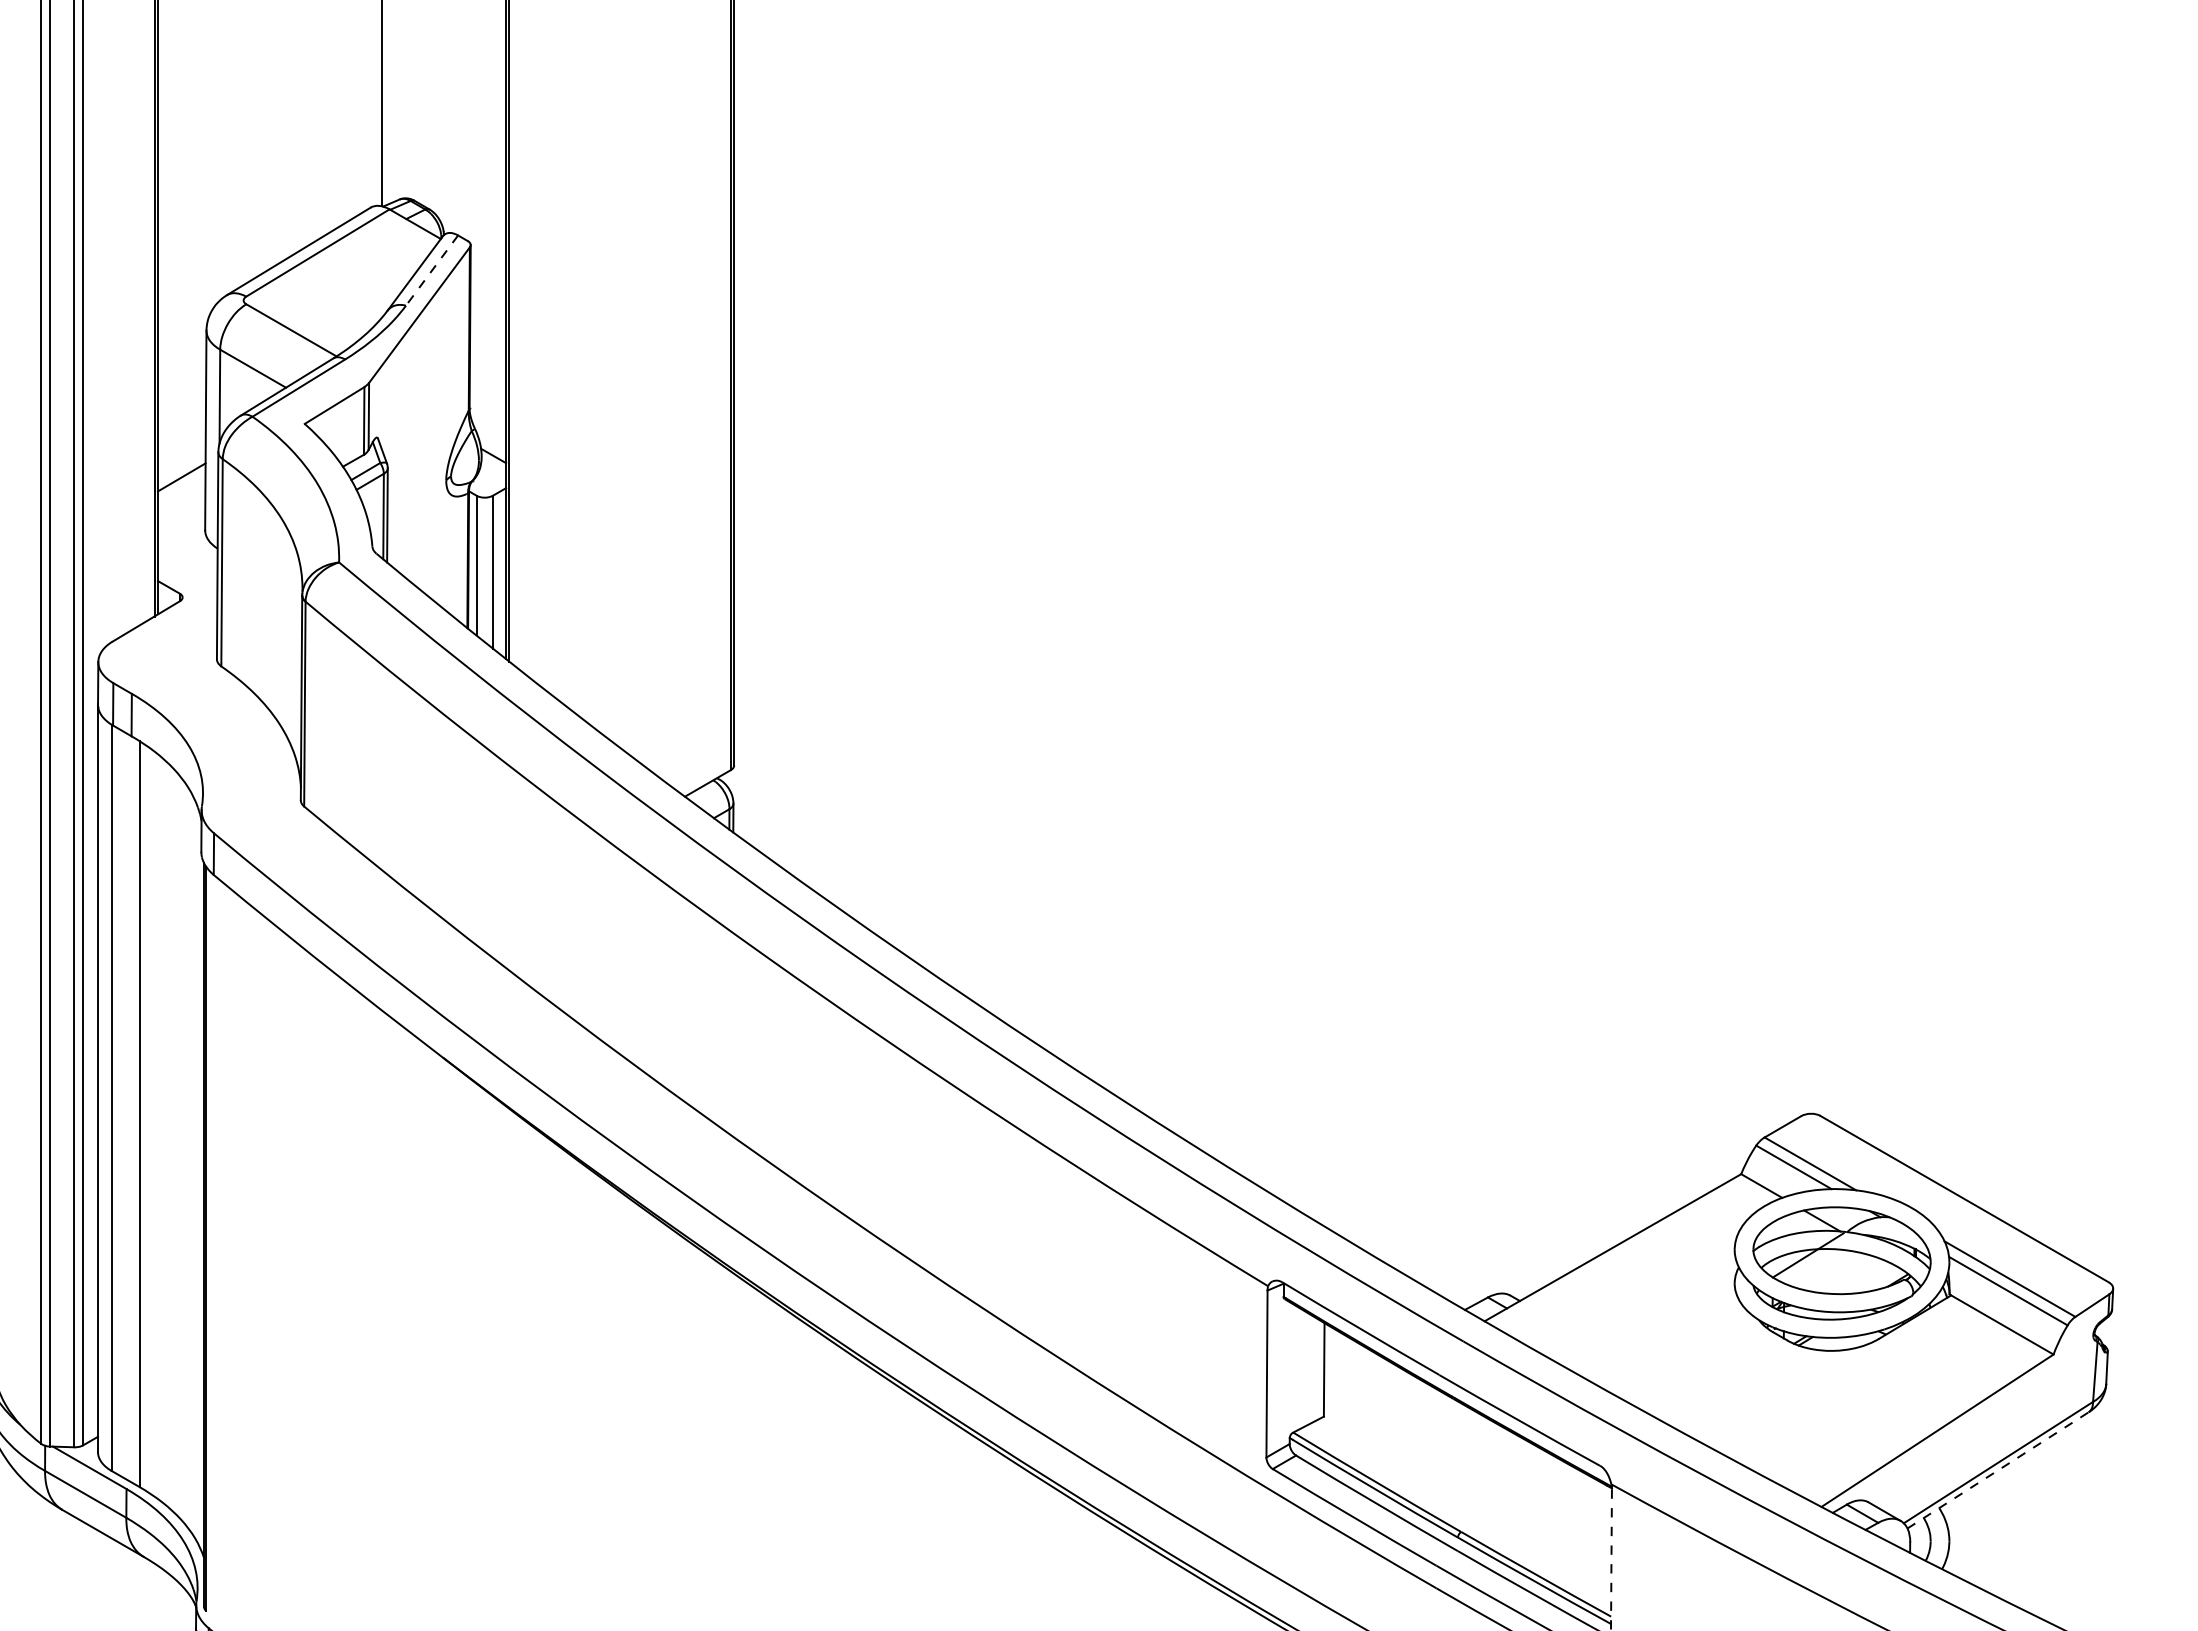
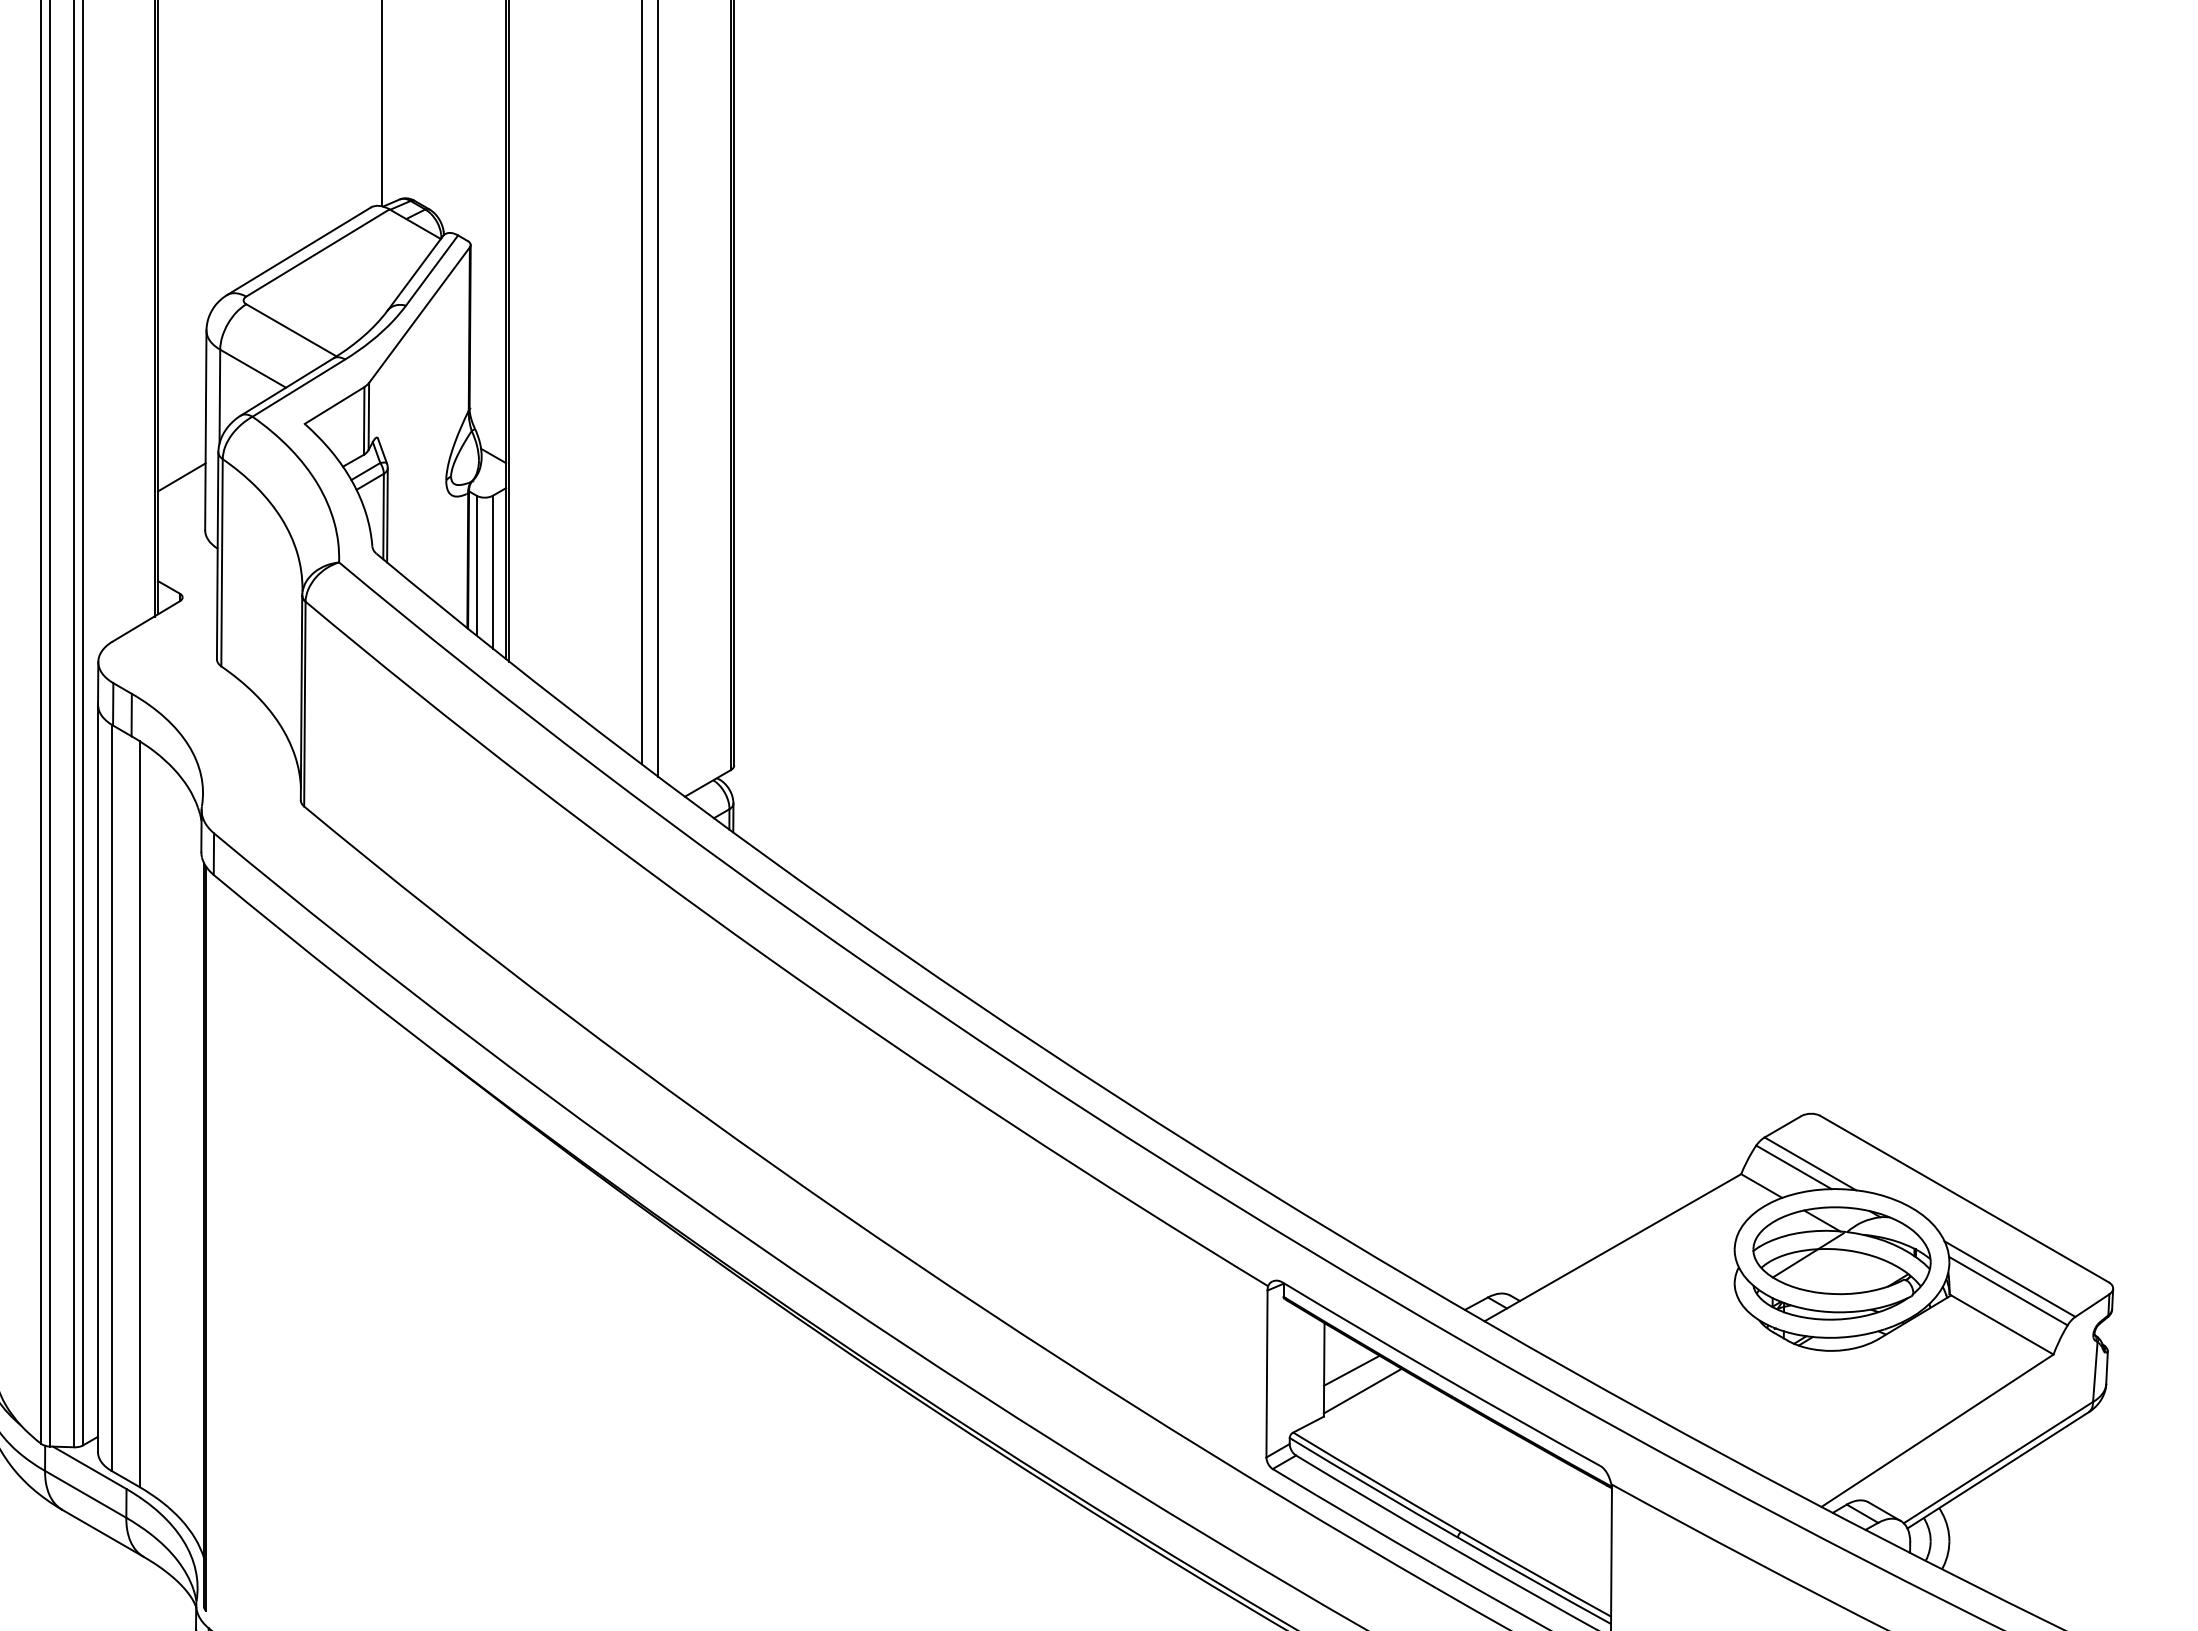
line at (432, 270): dashed -> solid
line at (641, 383): none -> present
line at (658, 389): none -> present
line at (1351, 1370): none -> present
line at (1362, 1390): none -> present
line at (1997, 1470): dashed -> solid
line at (1611, 1560): dashed -> solid
